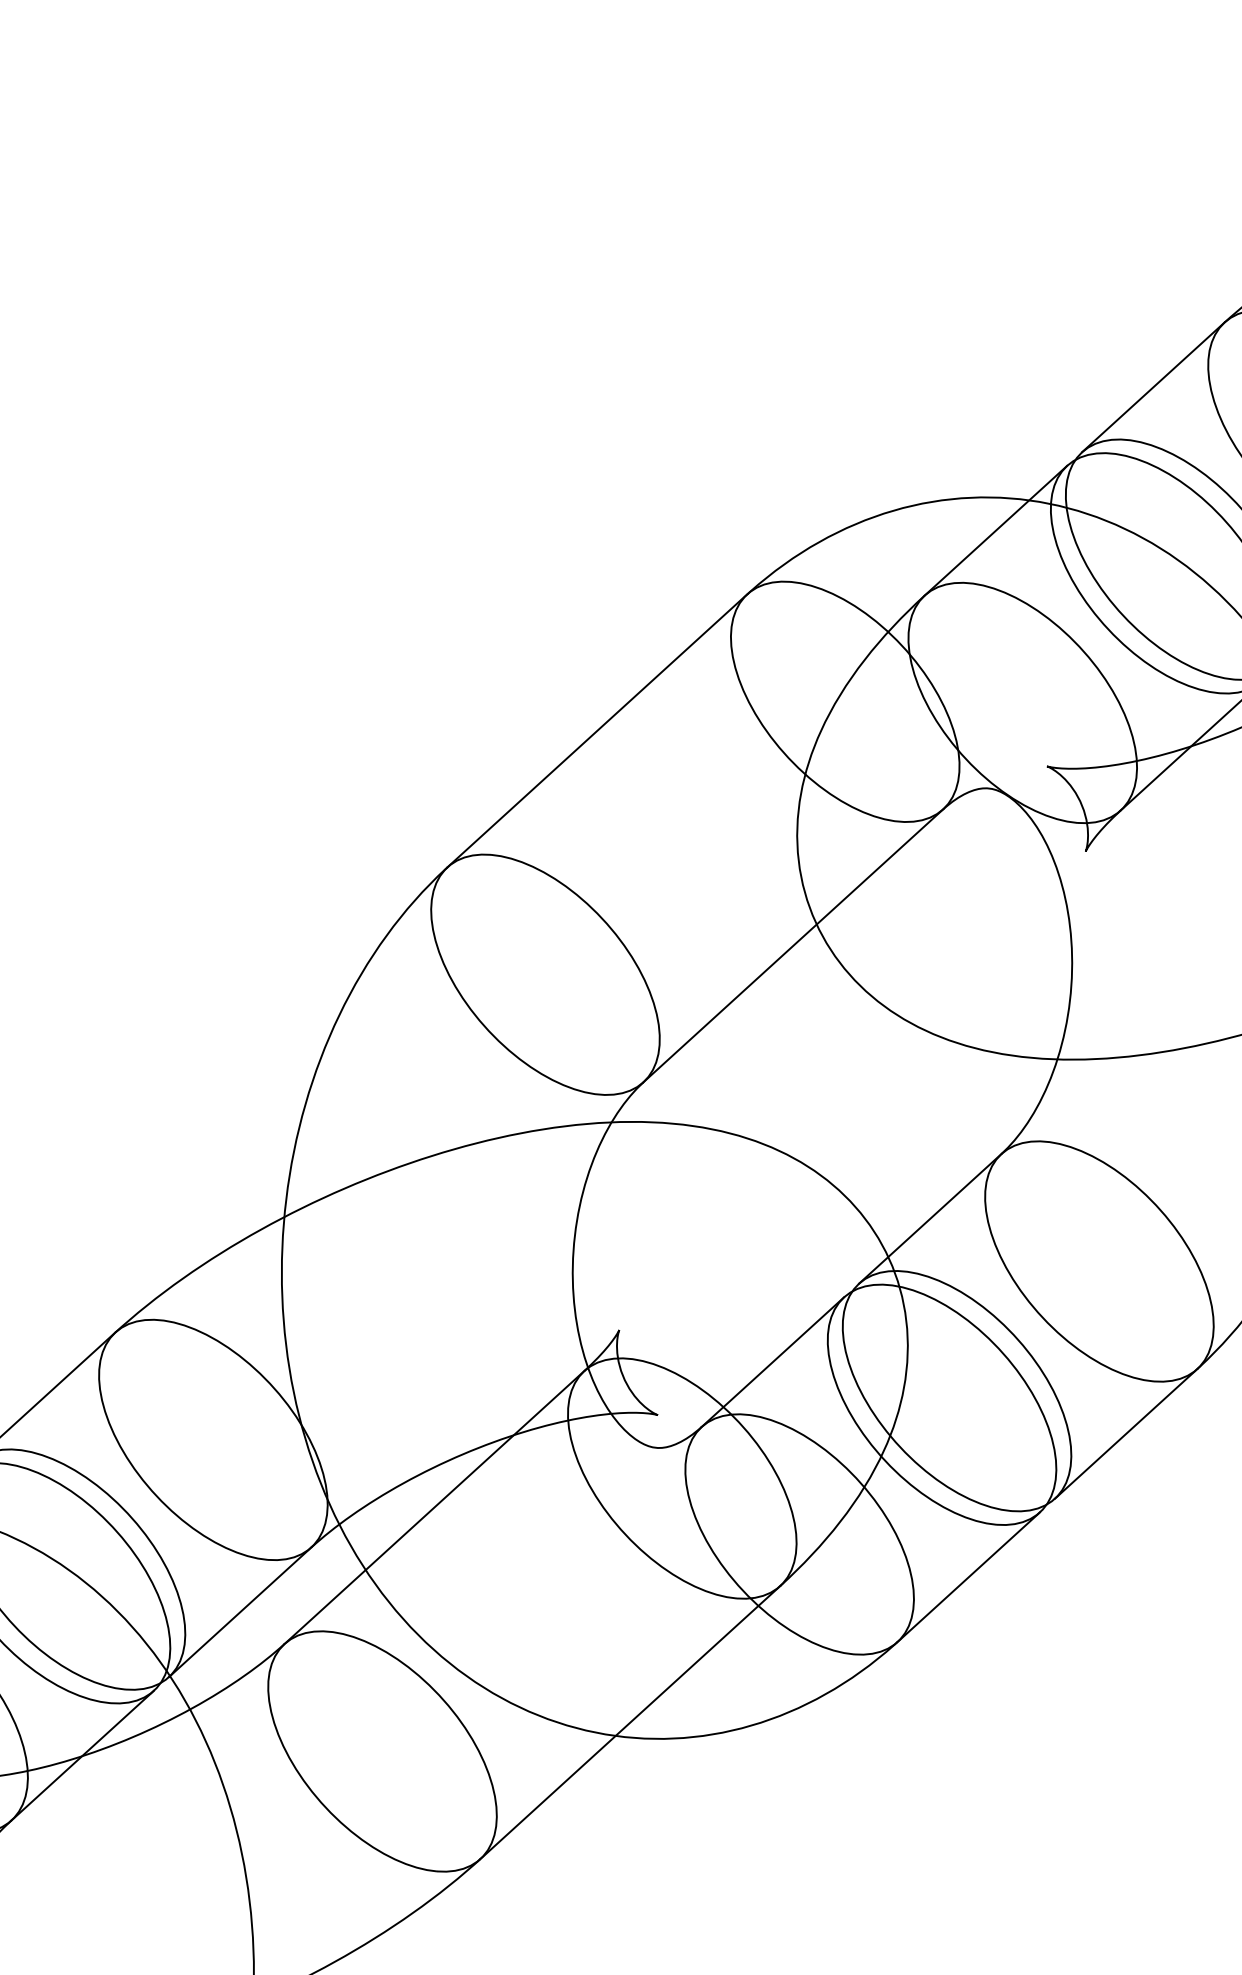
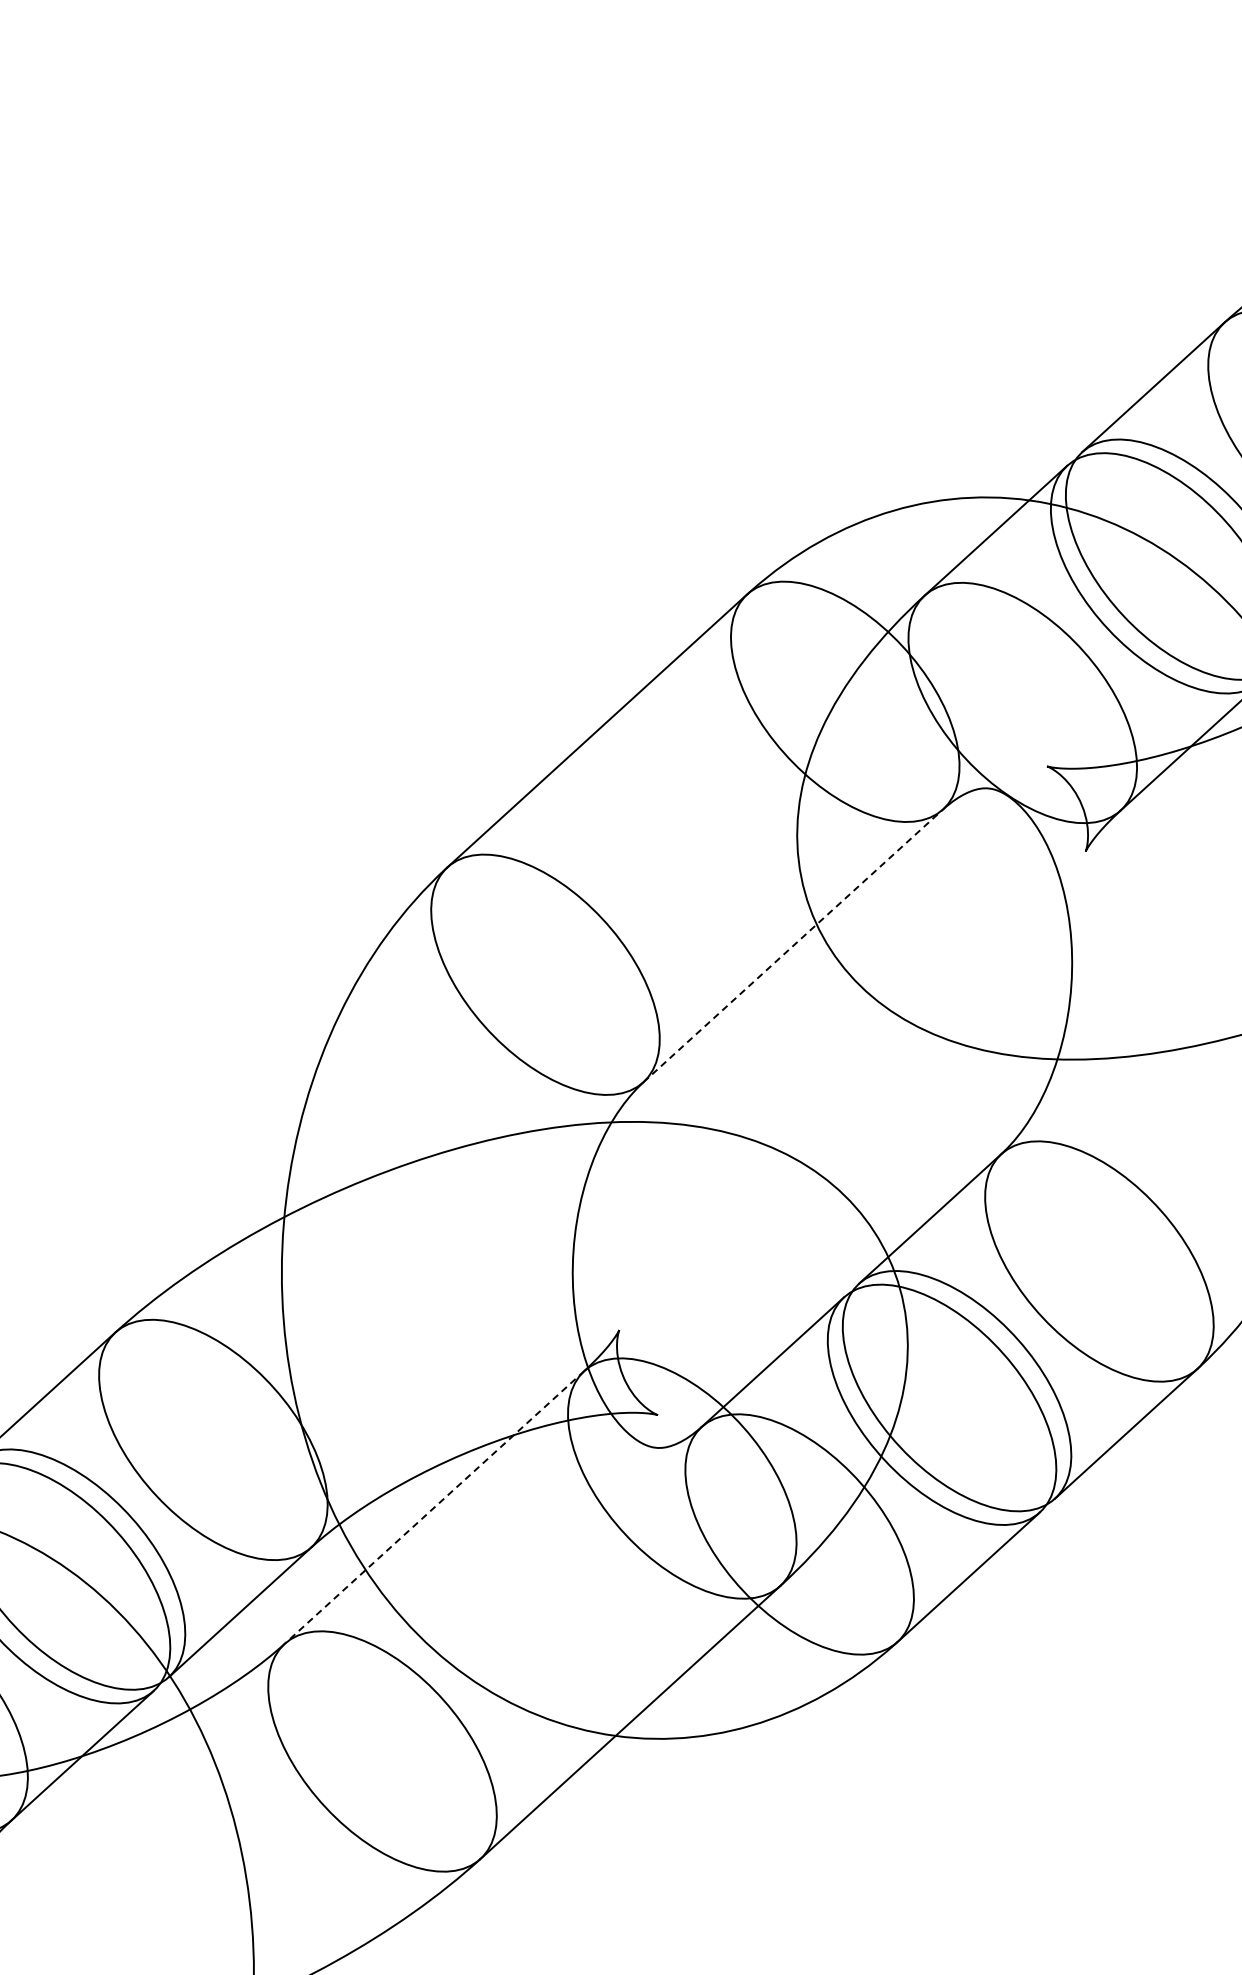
line at (793, 945): solid -> dashed
line at (434, 1507): solid -> dashed
